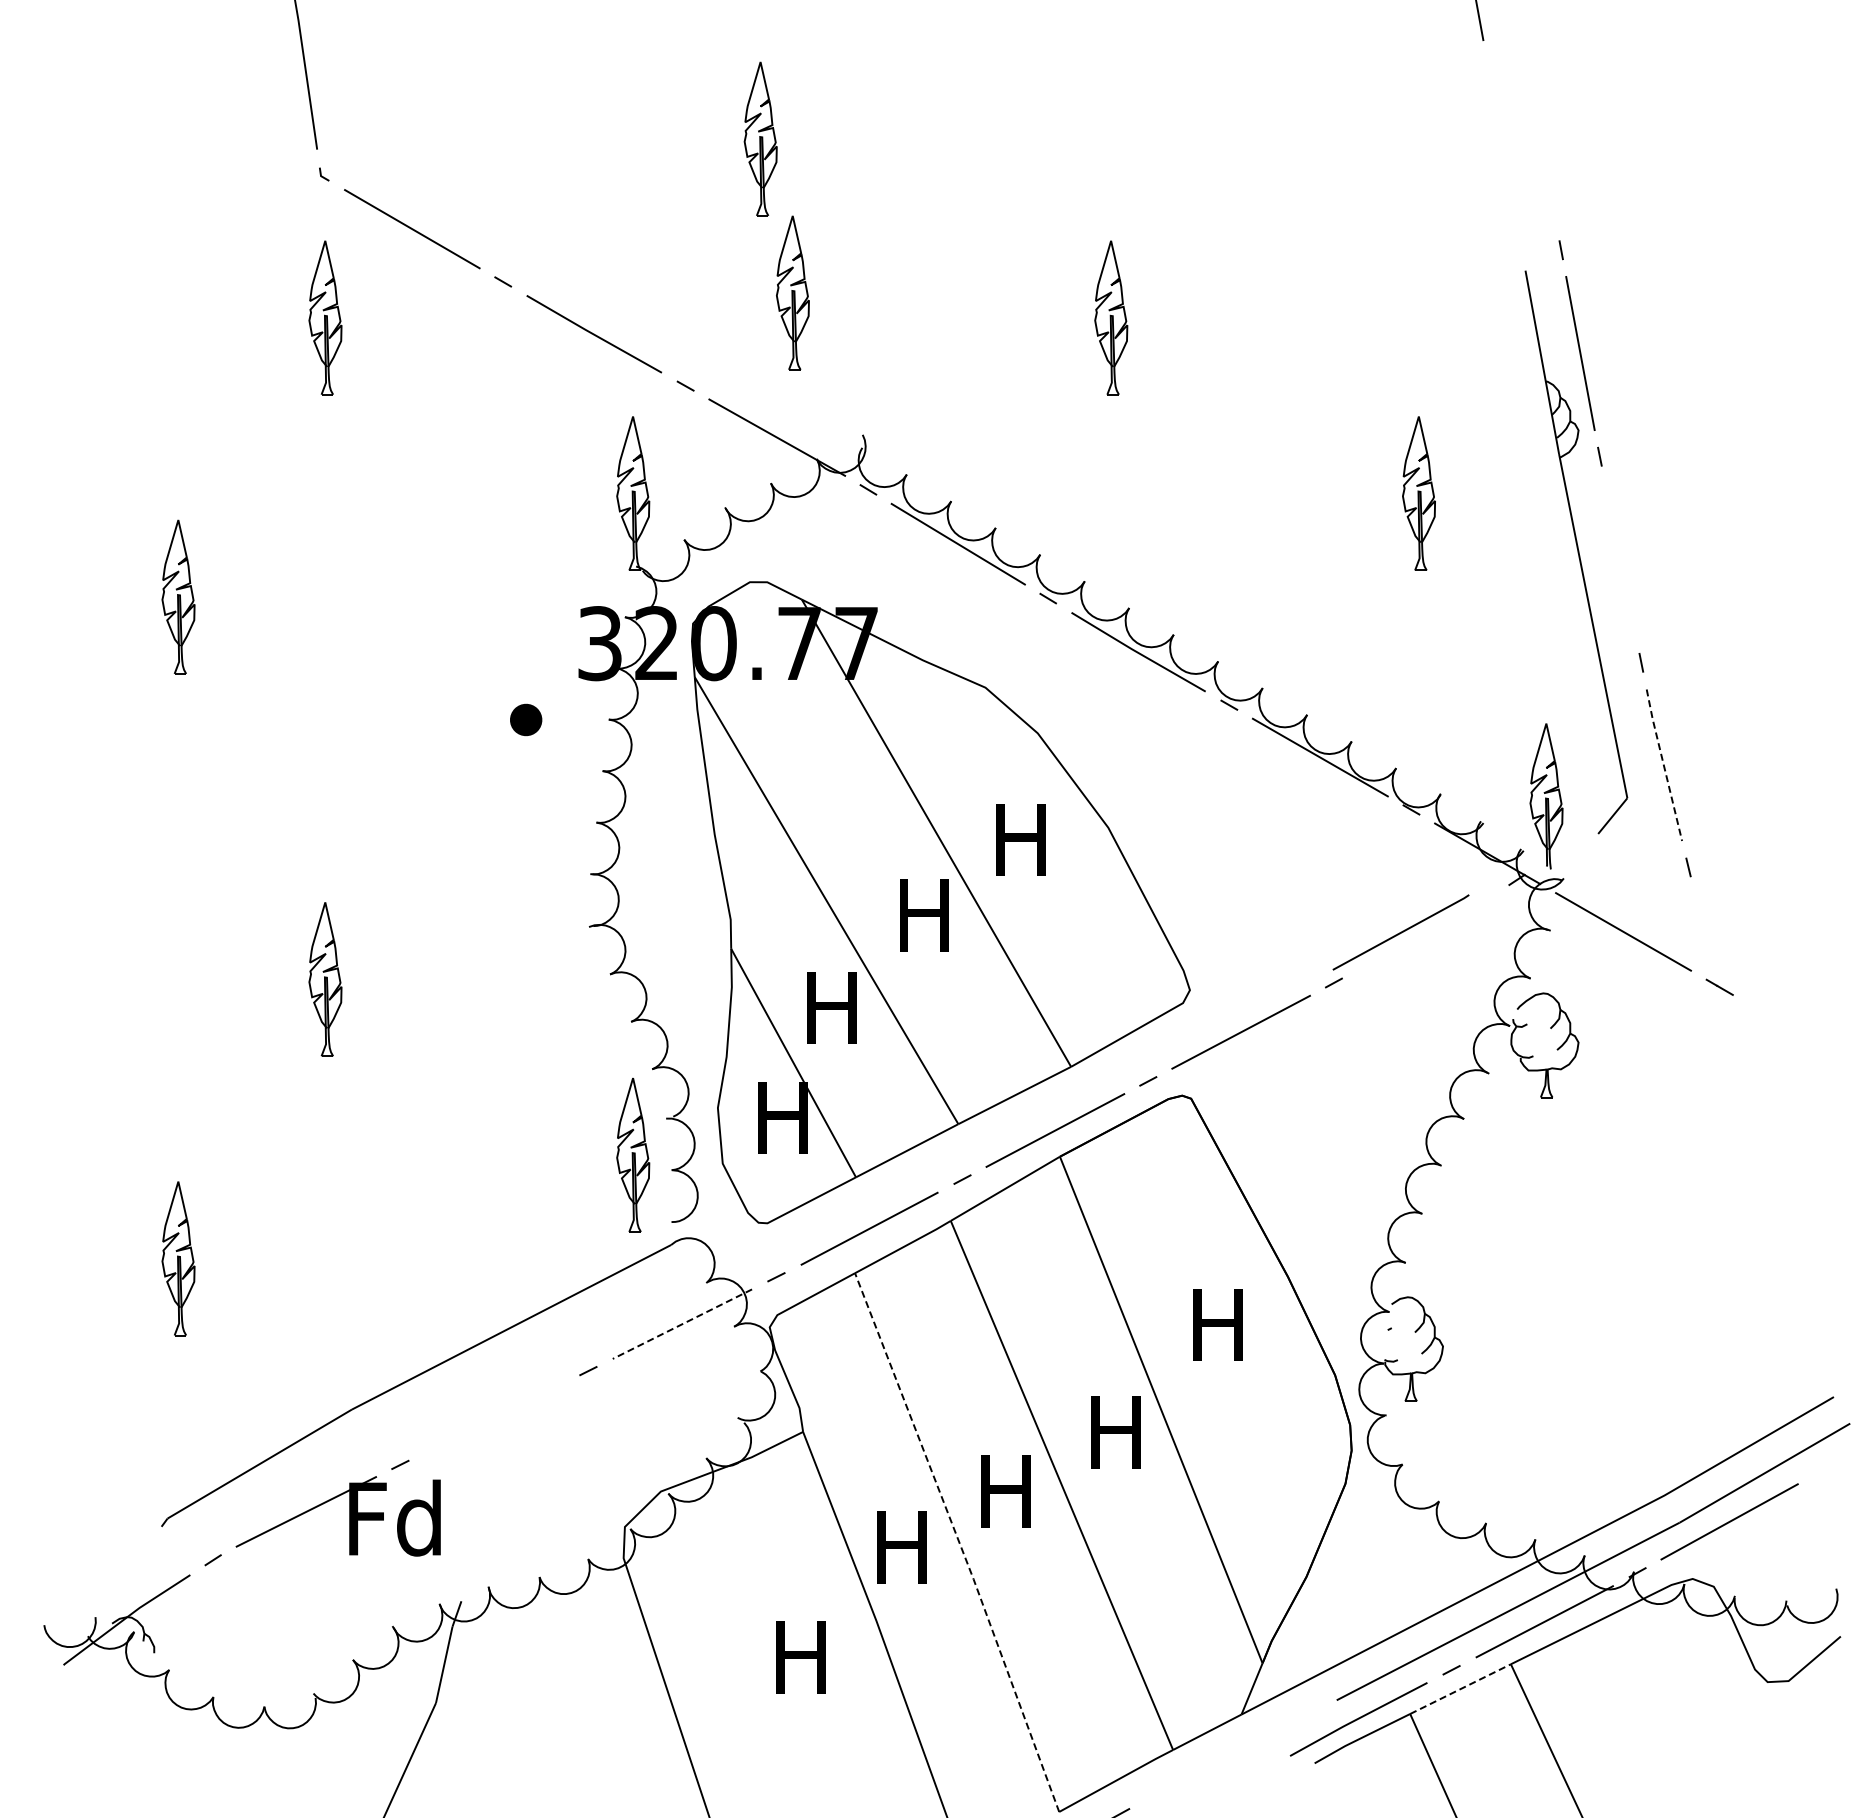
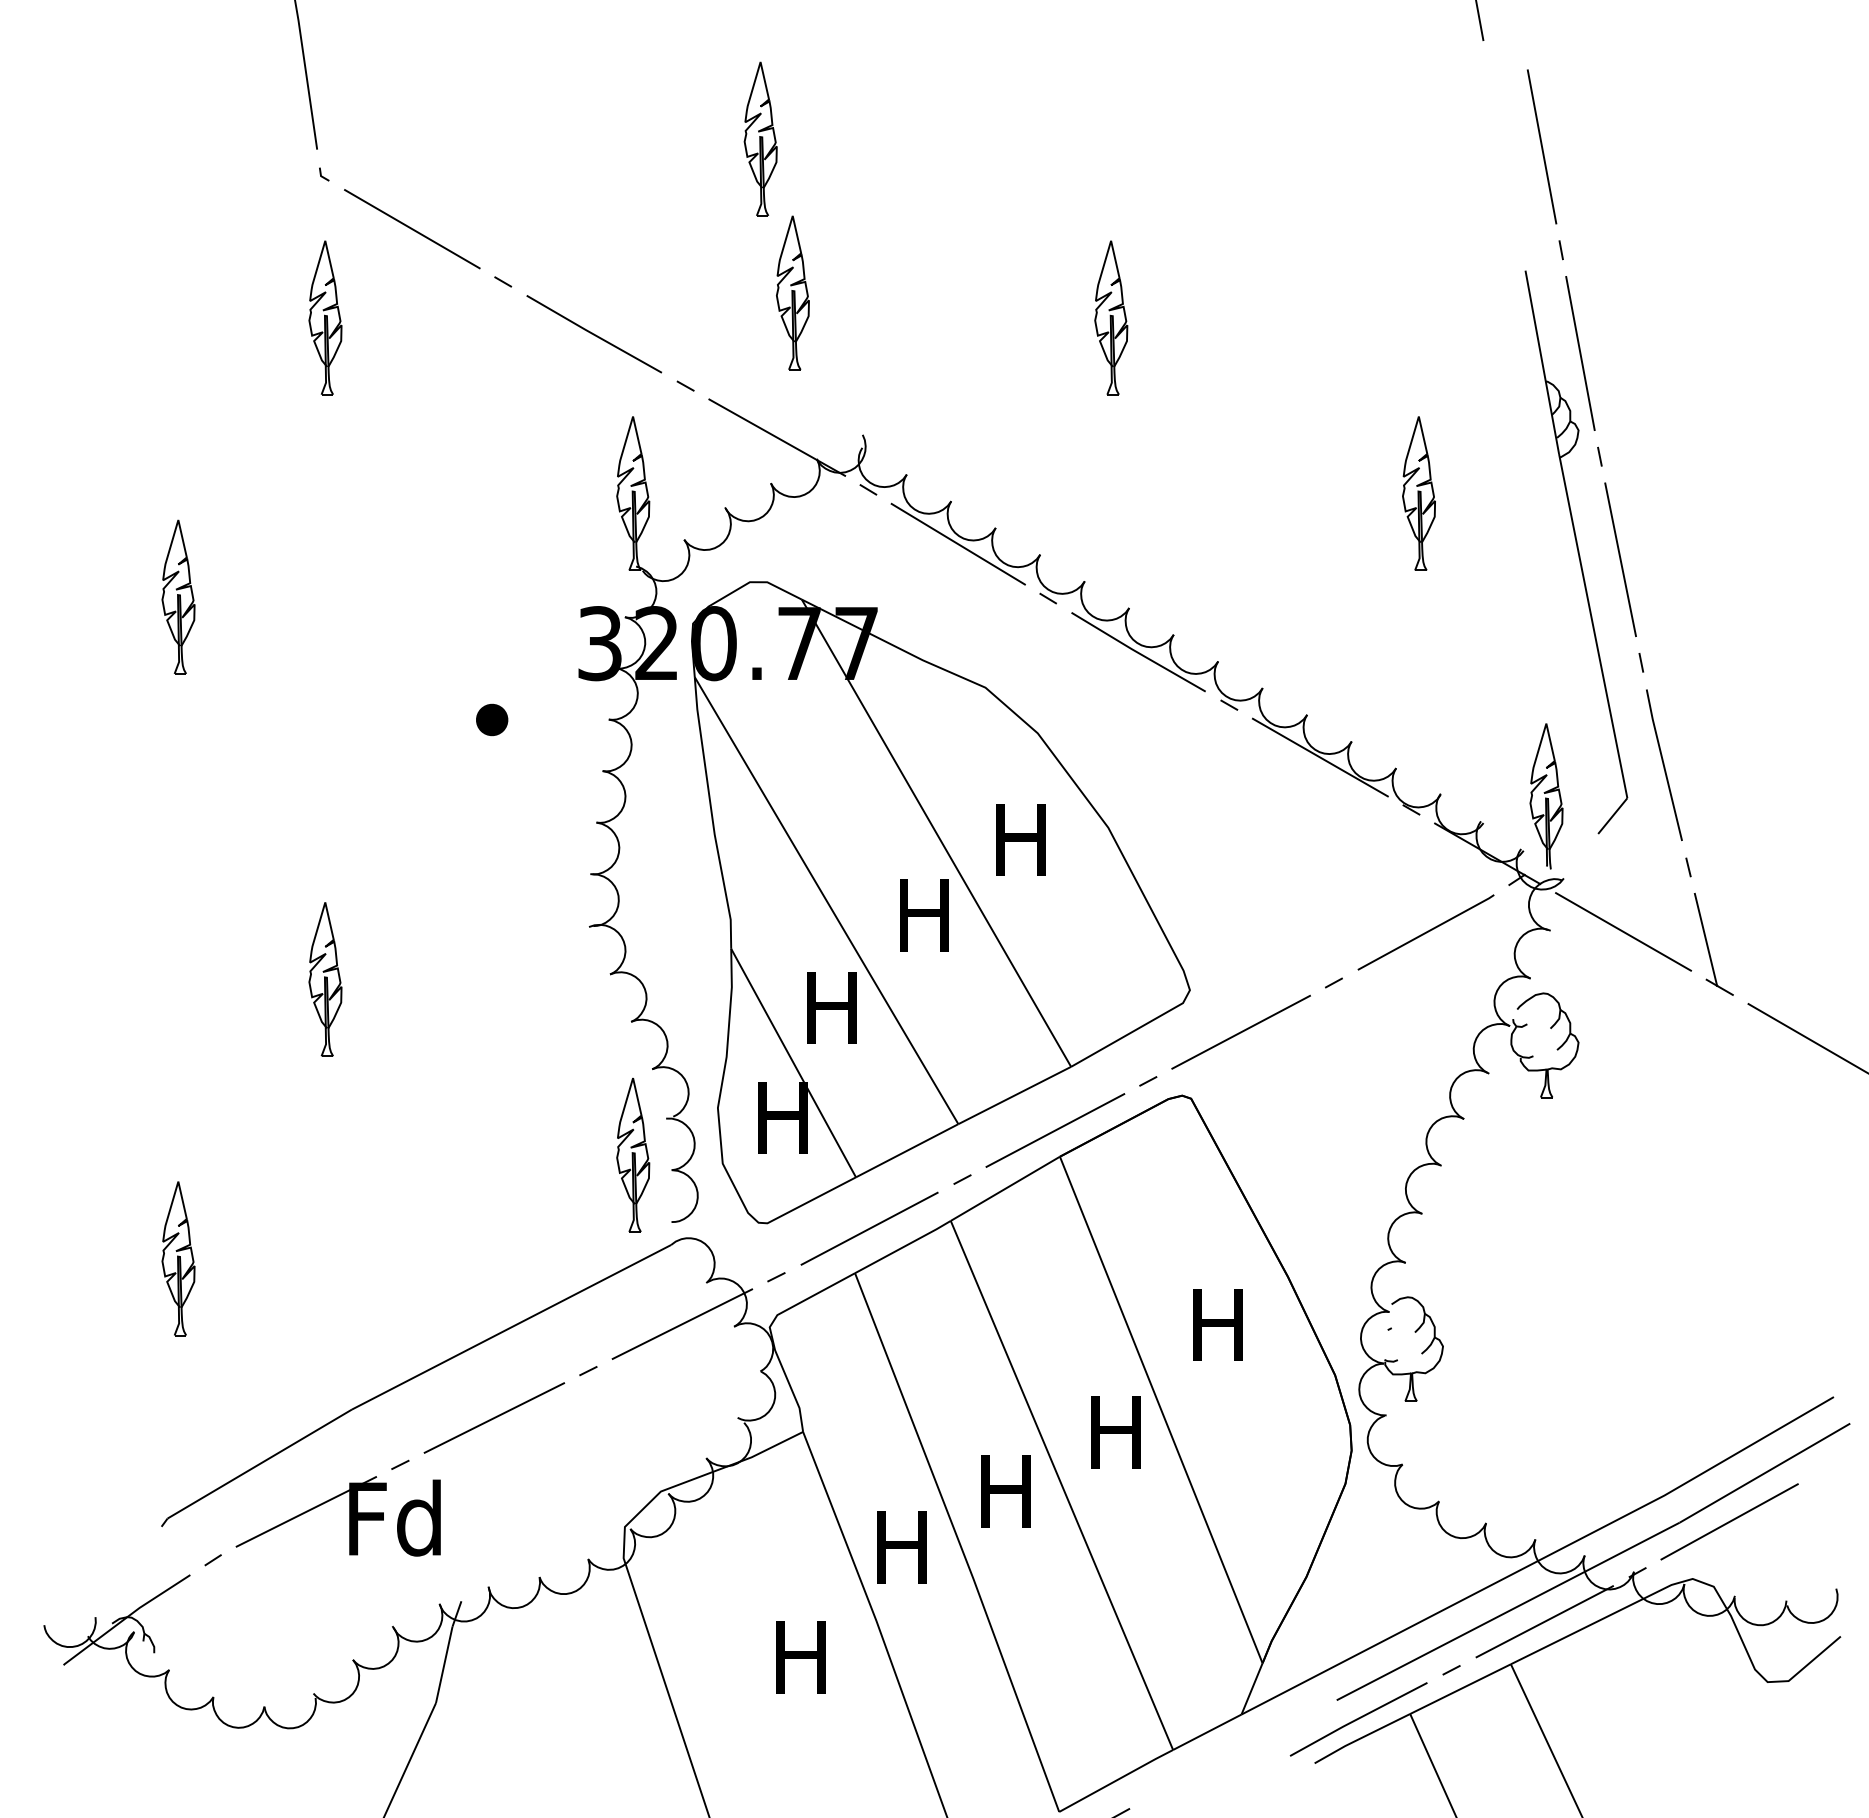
line at (1541, 146): none -> present
line at (1620, 559): none -> present
part at (526, 719) position: (526, 719) -> (492, 719)
line at (1663, 764): dashed -> solid
line at (1400, 932) position: (1400, 932) -> (1425, 932)
line at (1705, 939): none -> present
line at (1806, 1038): none -> present
line at (682, 1324): dashed -> solid
line at (494, 1417): none -> present
line at (959, 1542): dashed -> solid
line at (1461, 1688): dashed -> solid
